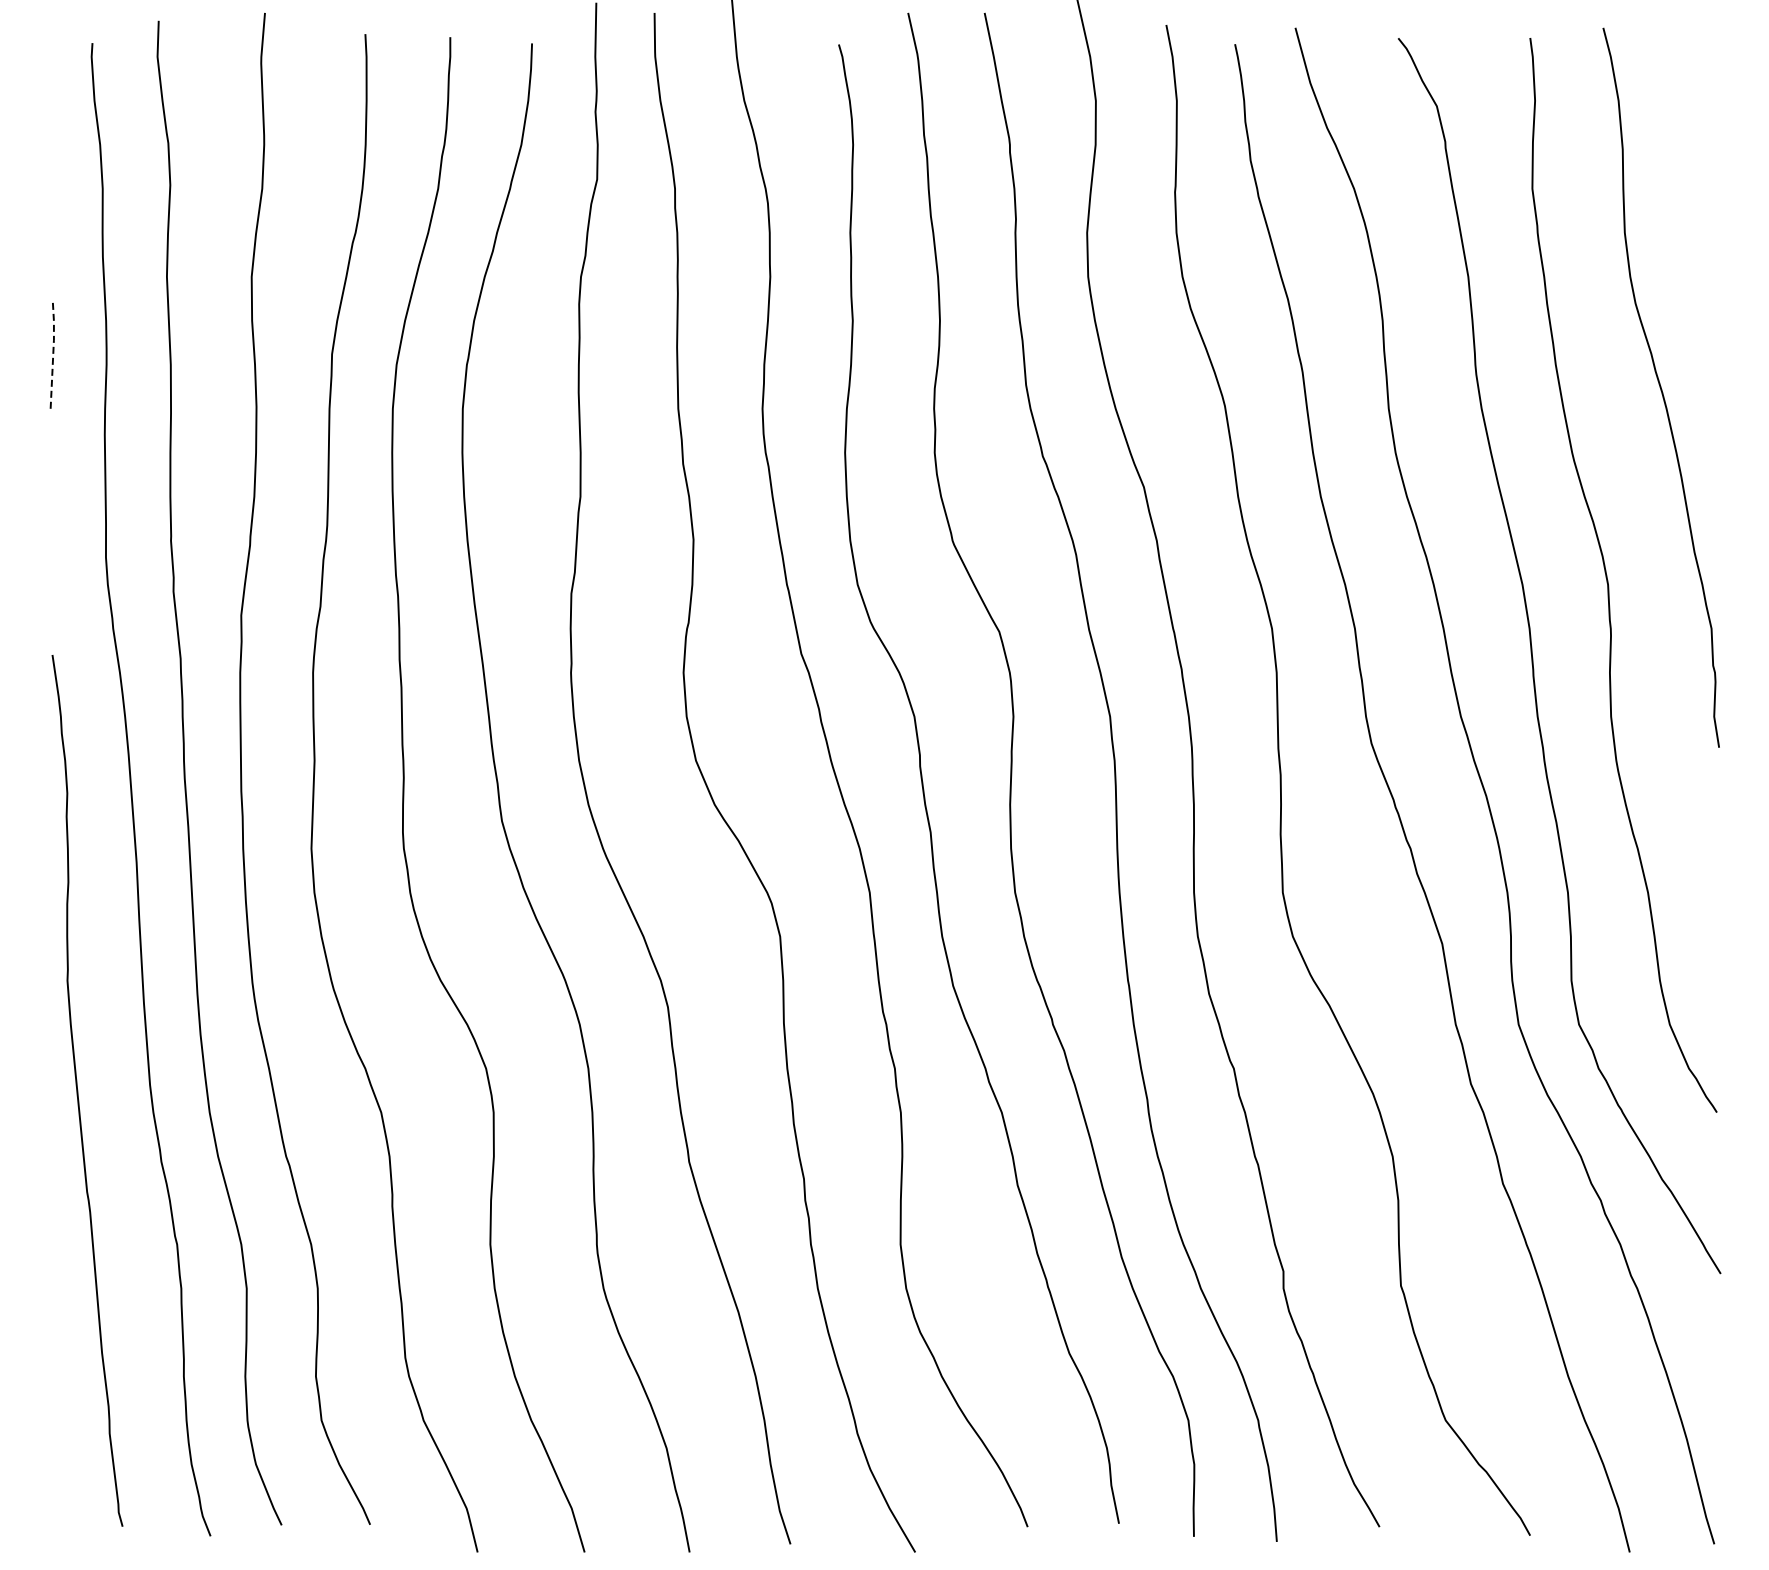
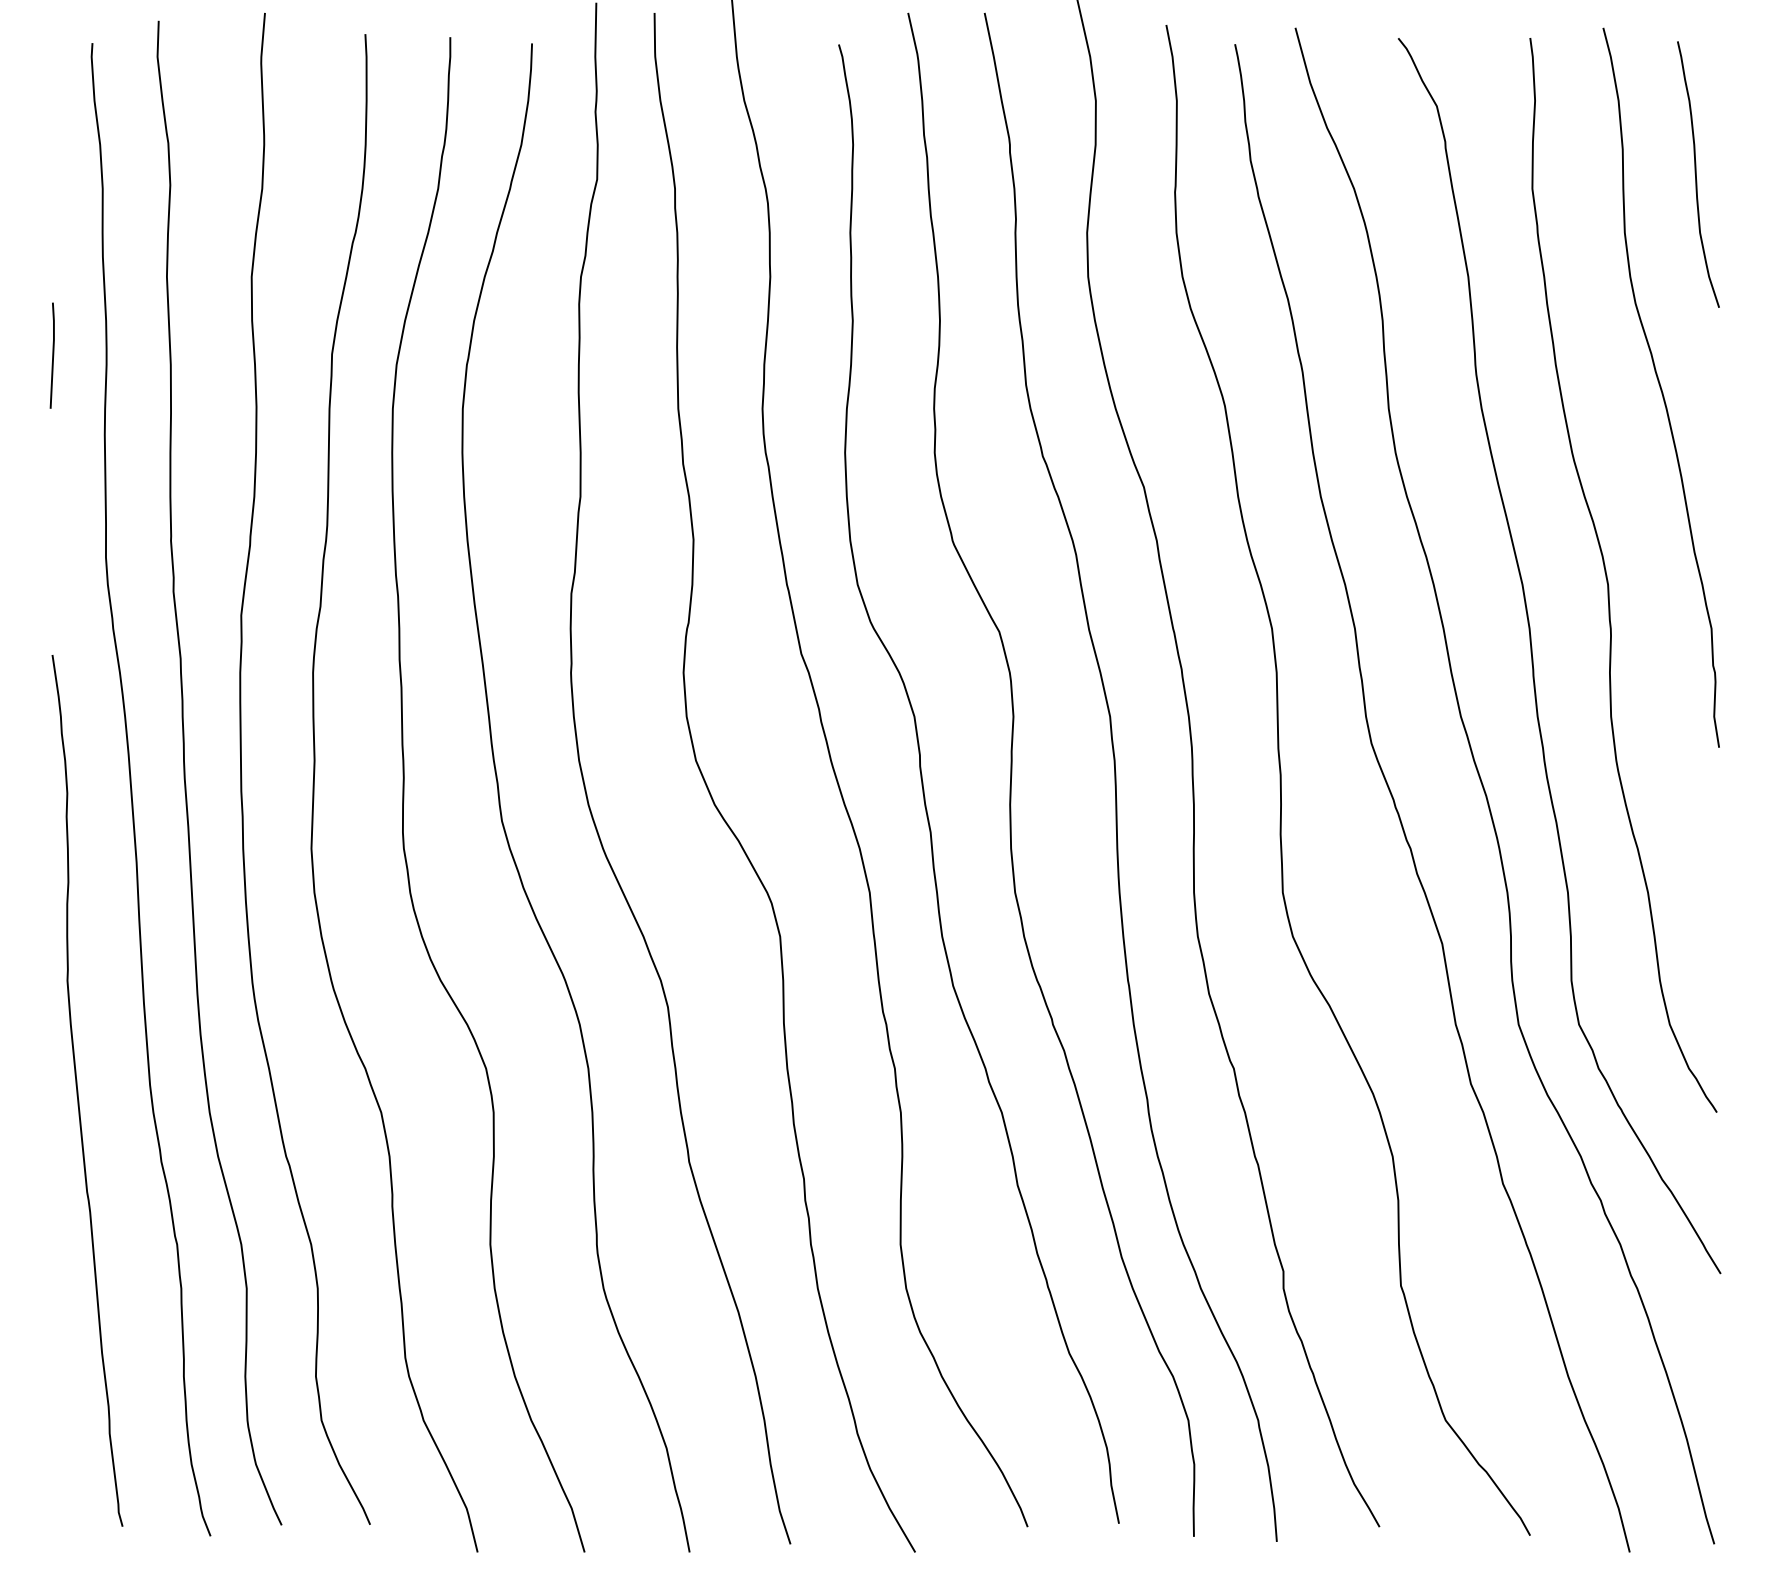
curve at (1696, 174): none -> present
line at (53, 354): dashed -> solid
